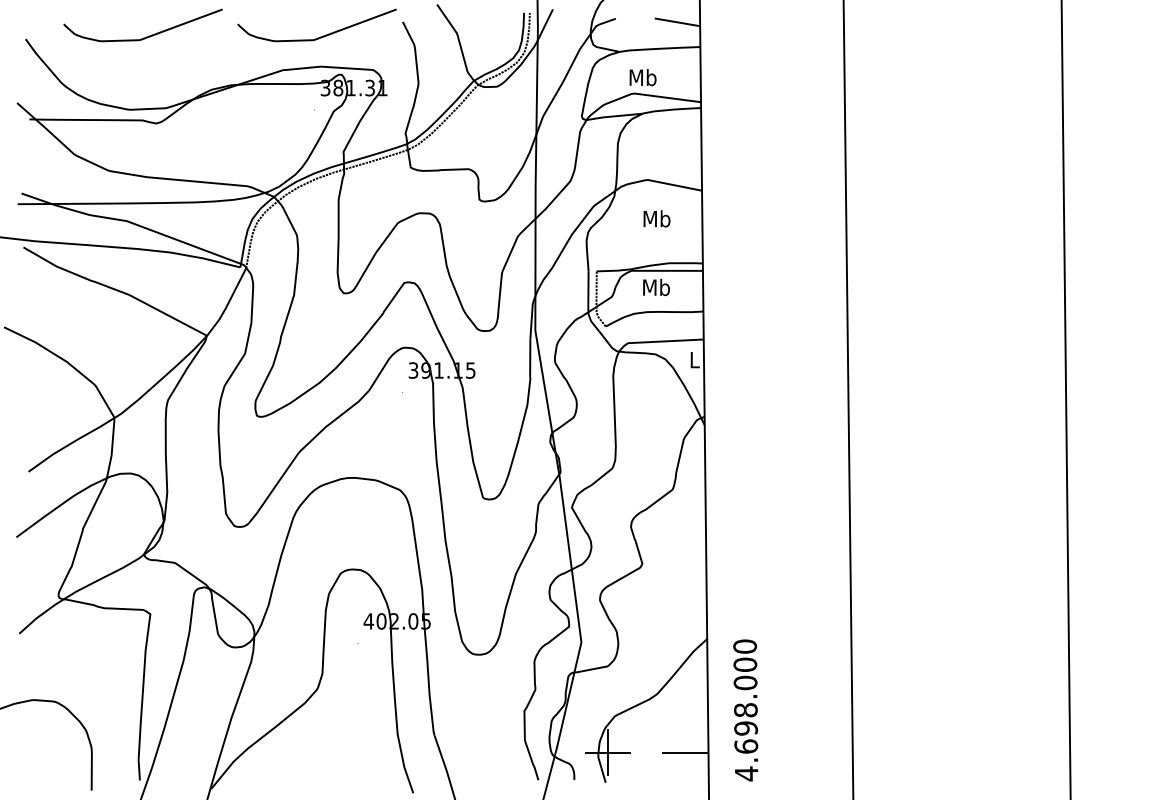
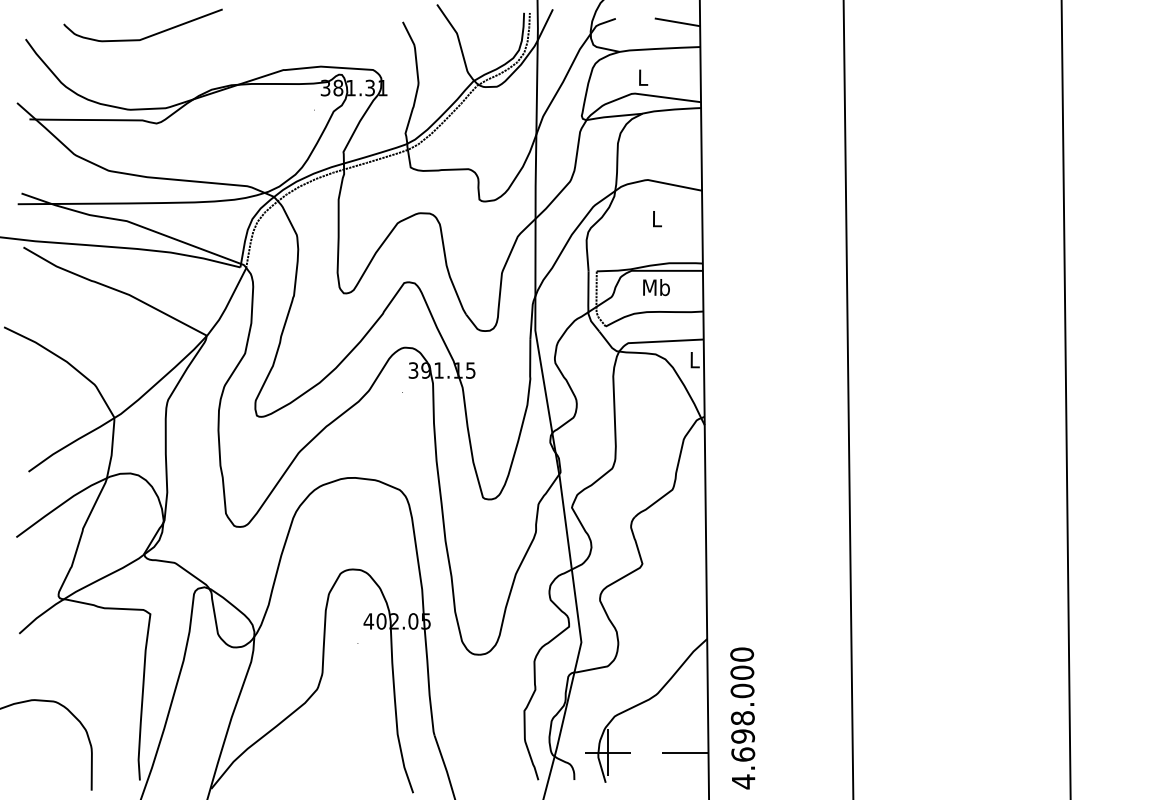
curve at (320, 36): present -> none
text at (642, 77): Mb -> L
text at (656, 218): Mb -> L
text at (745, 710) position: (745, 710) -> (742, 718)
